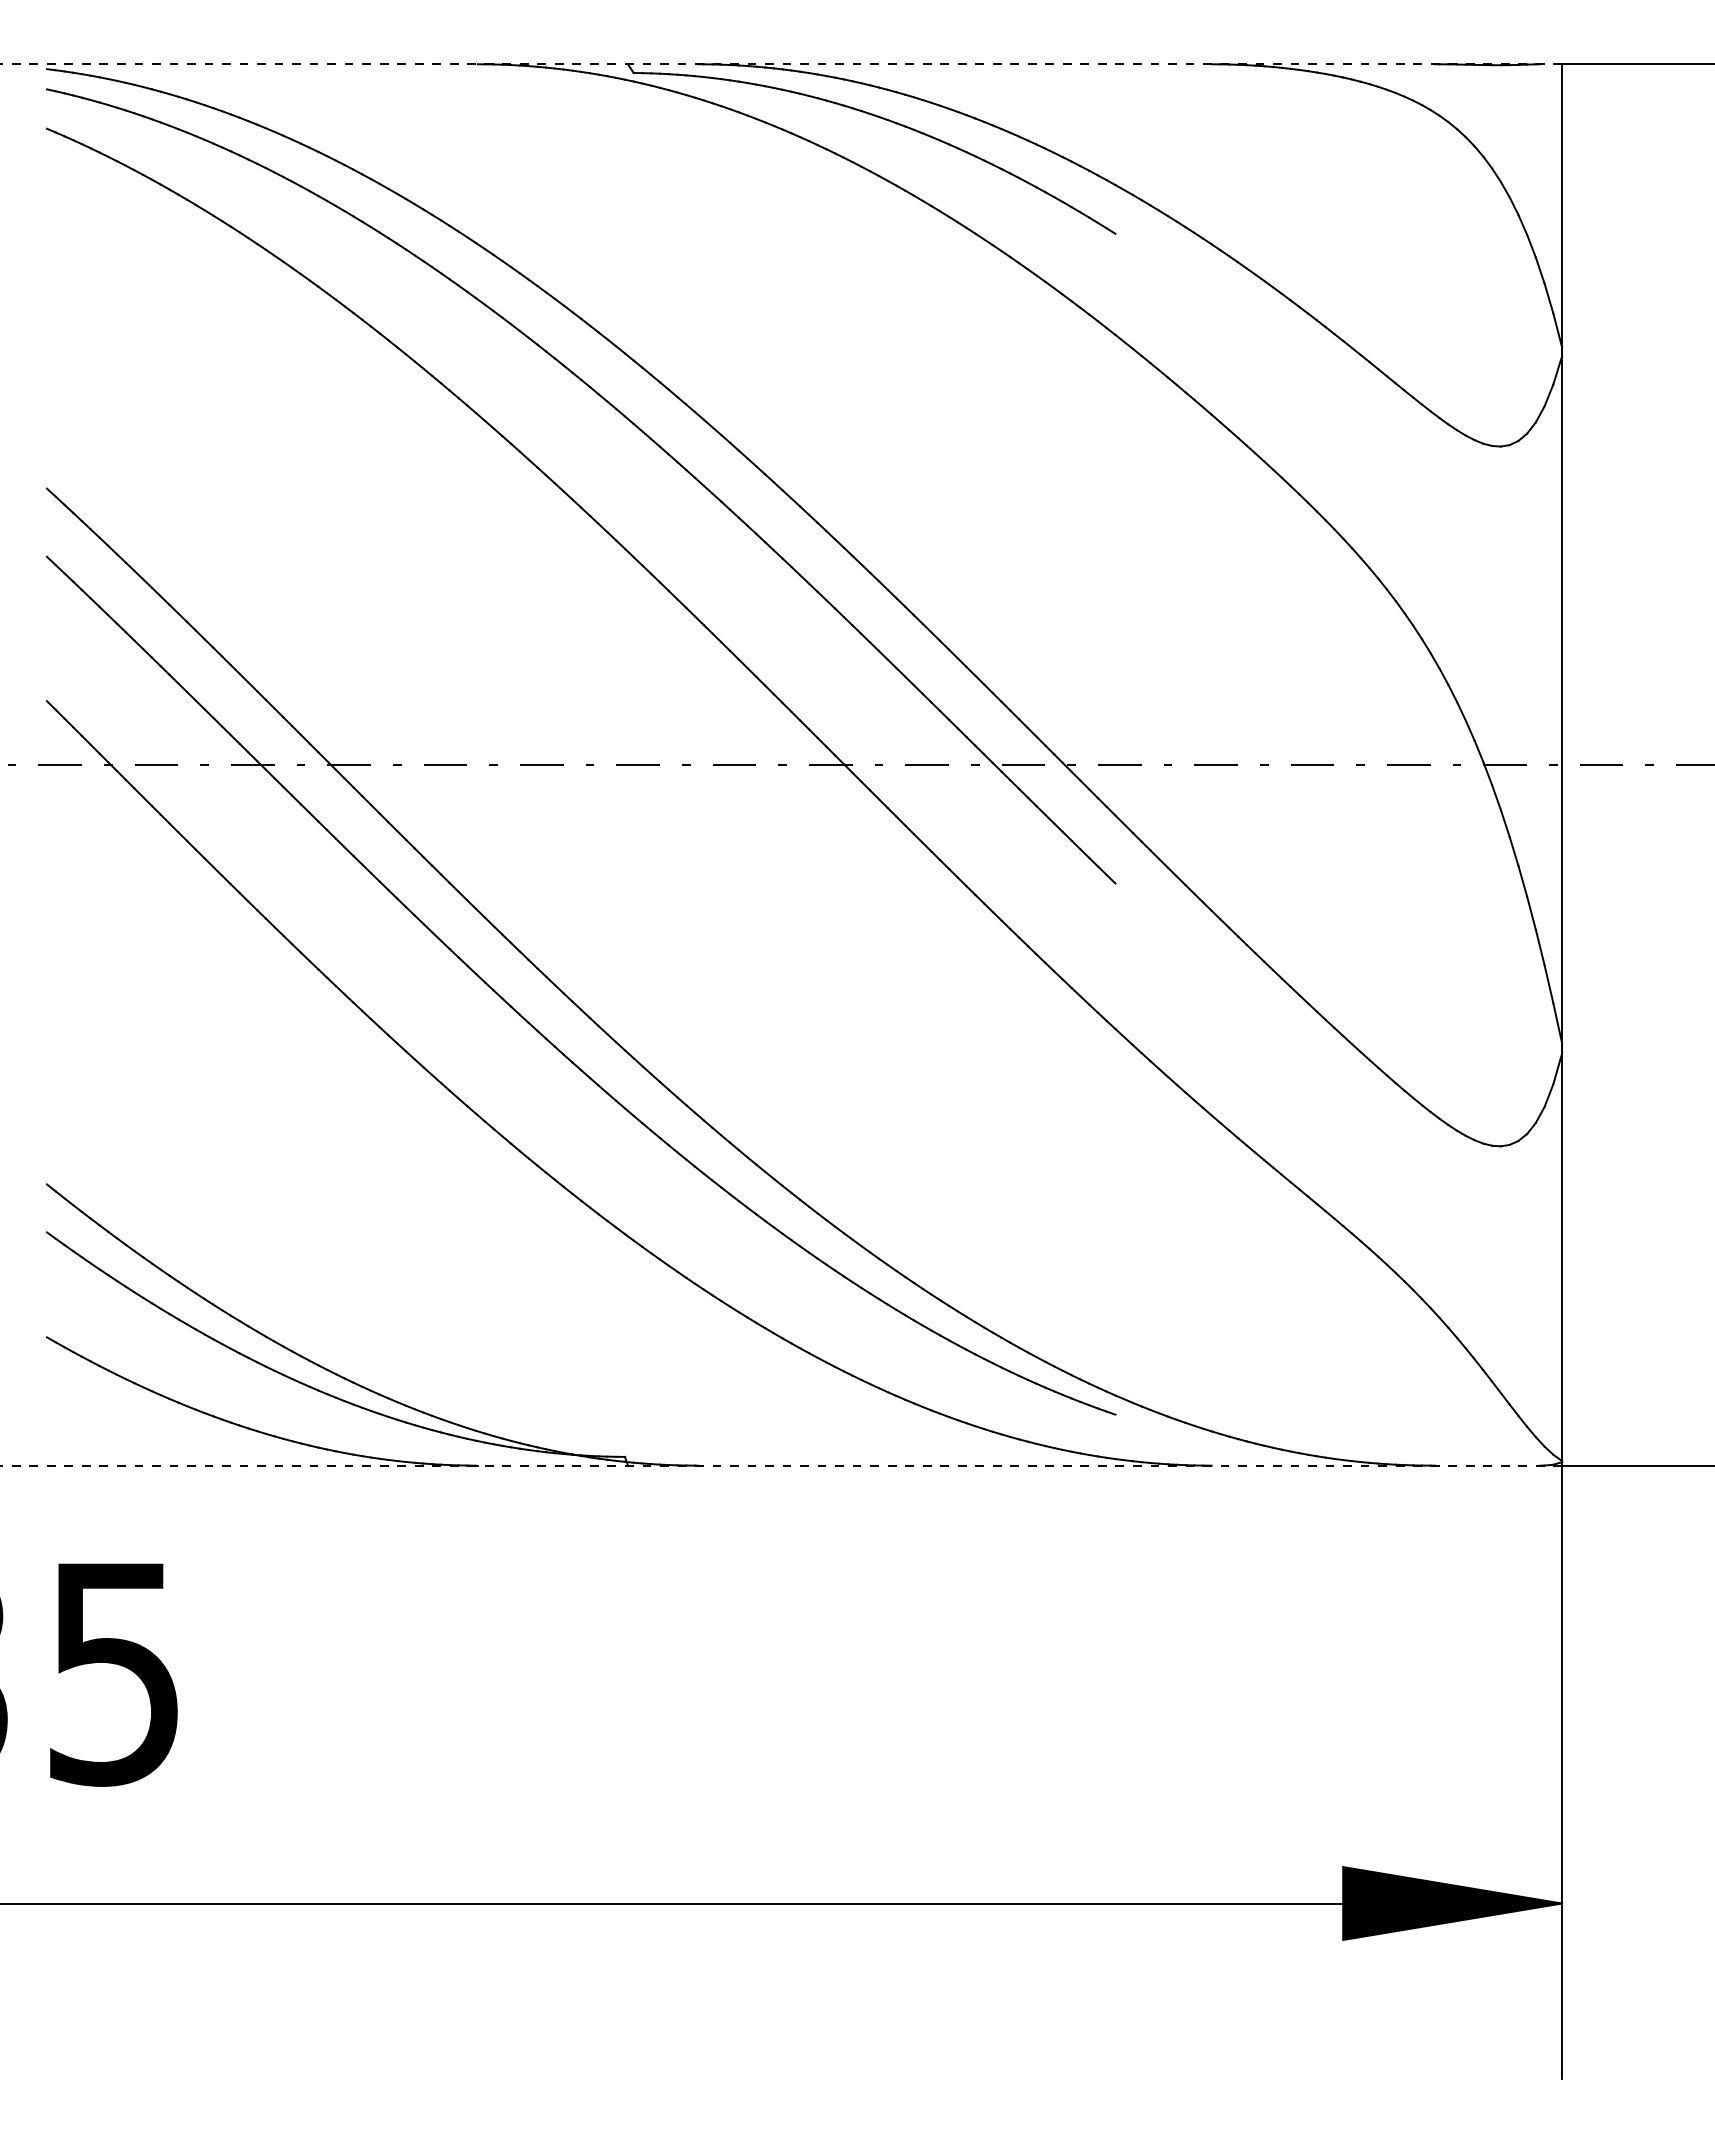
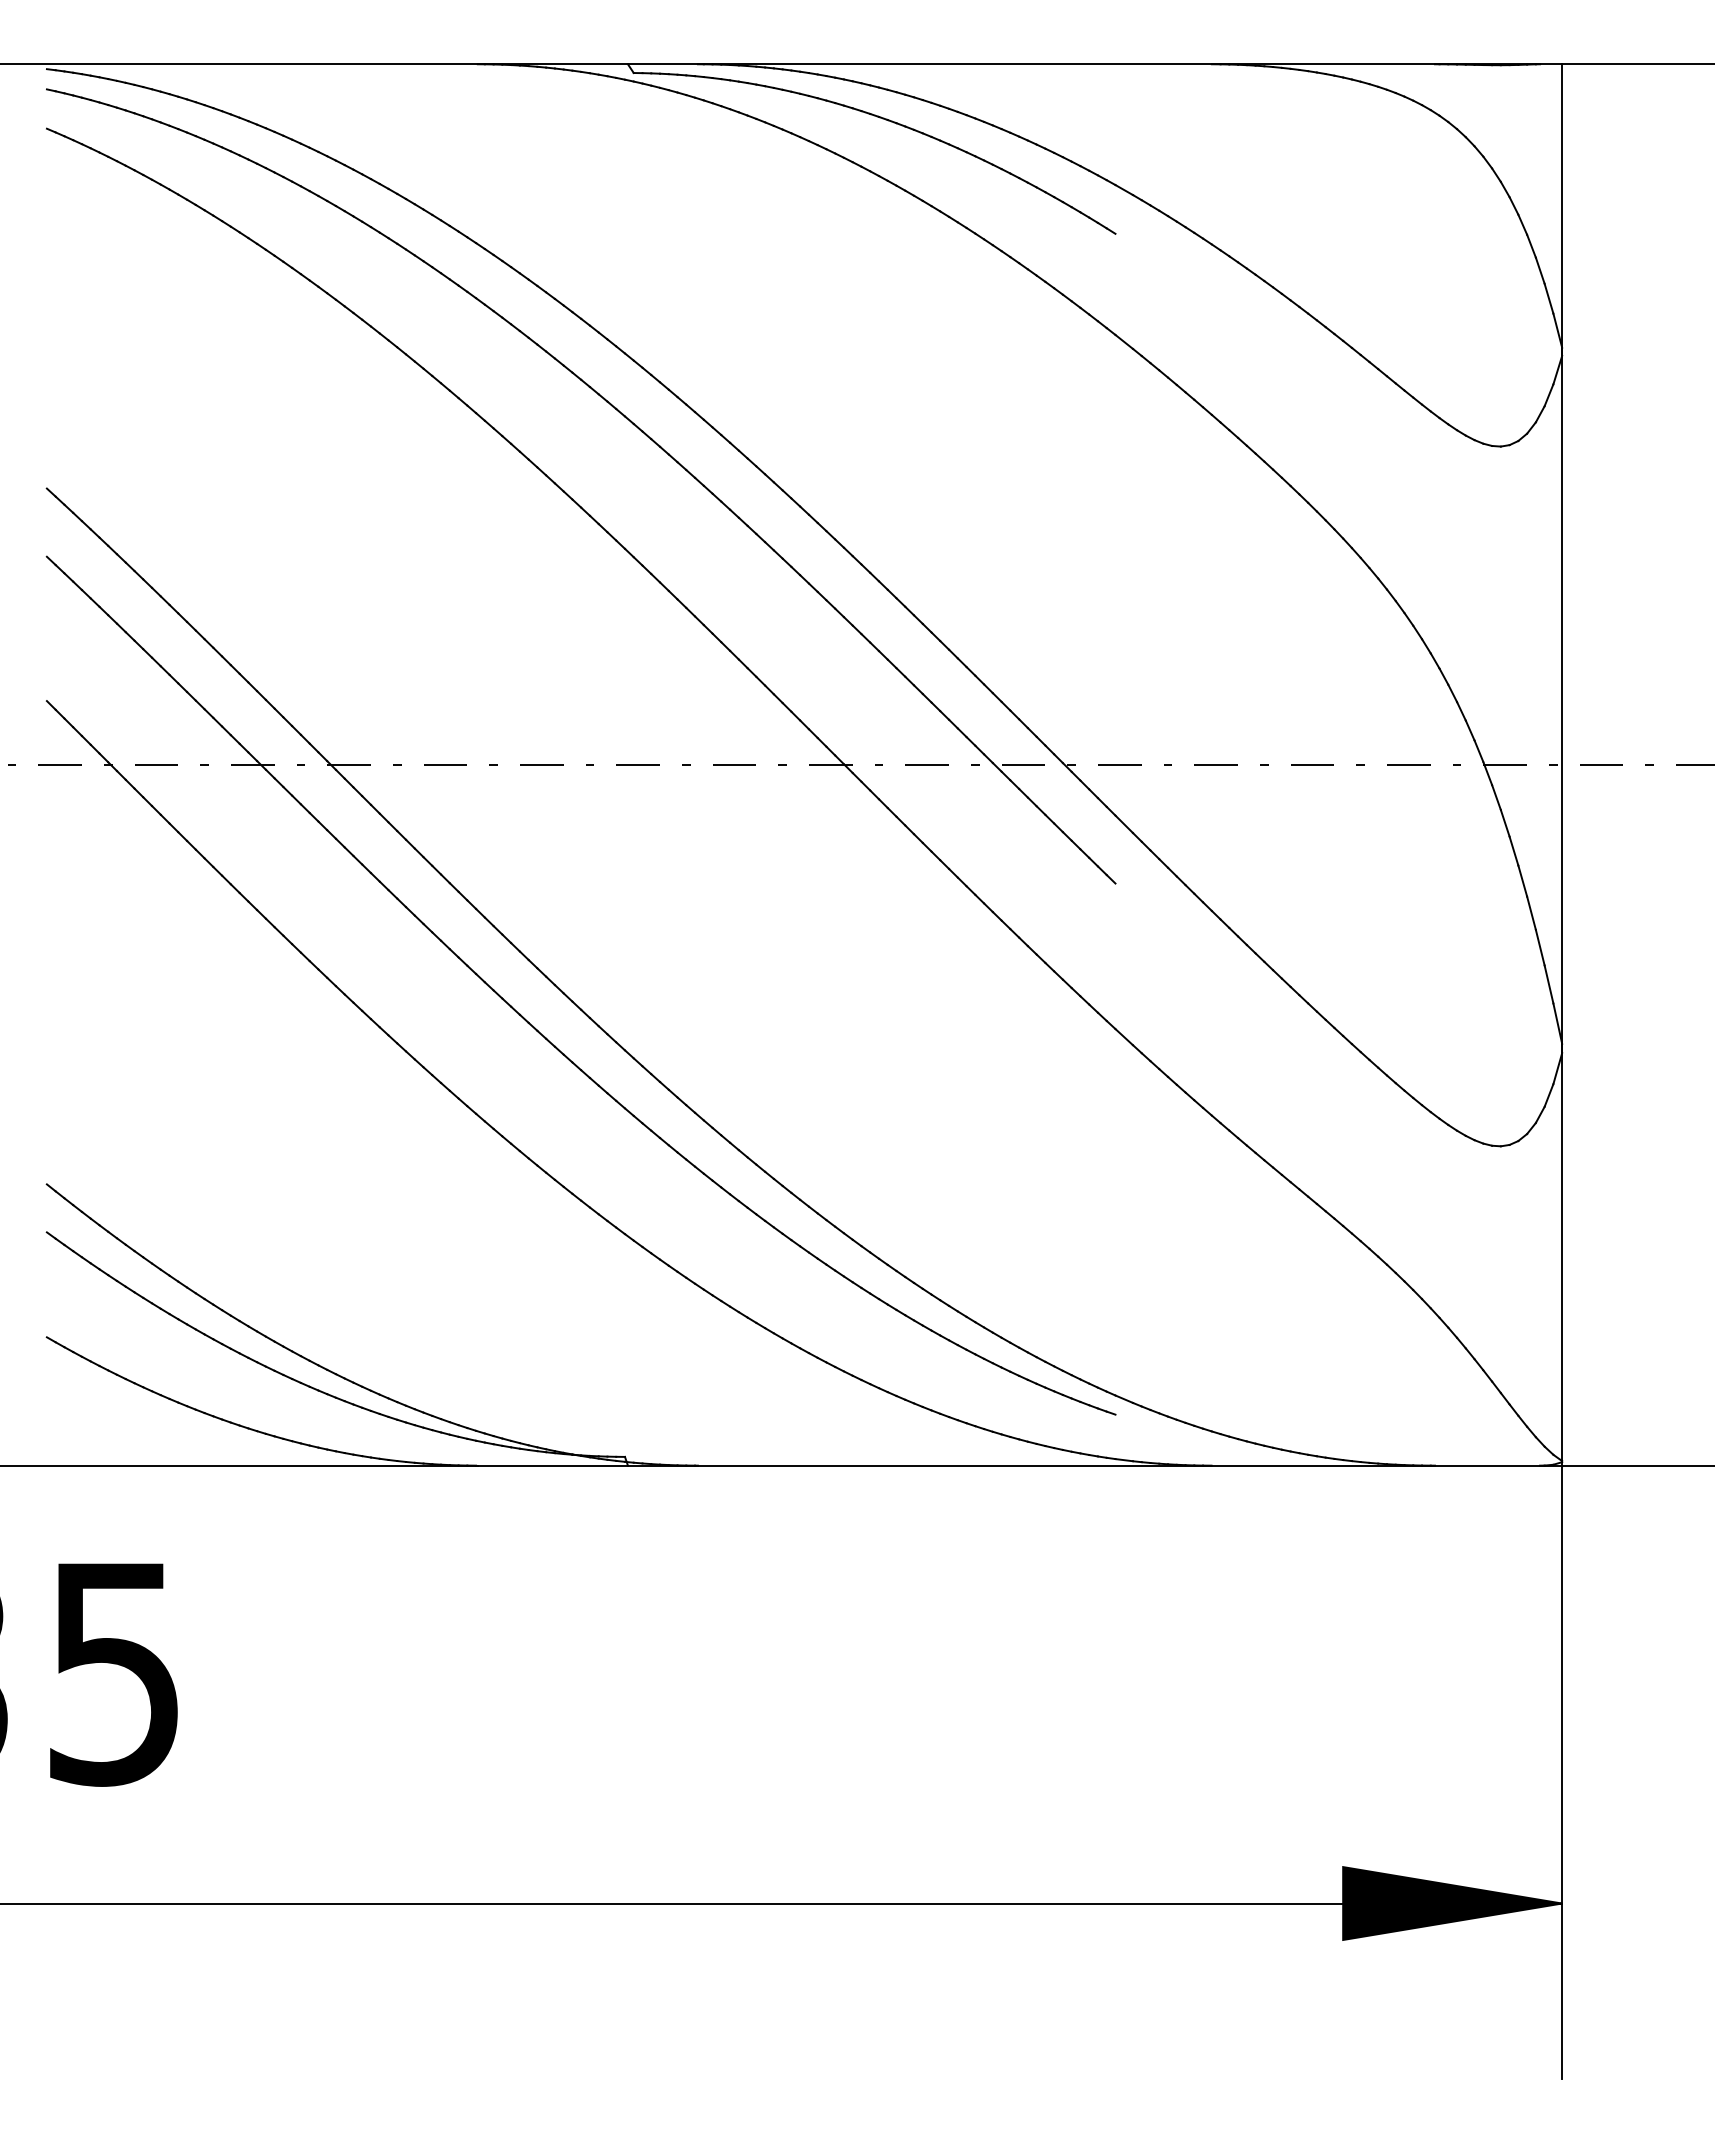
line at (781, 64): dashed -> solid
line at (781, 1465): dashed -> solid
